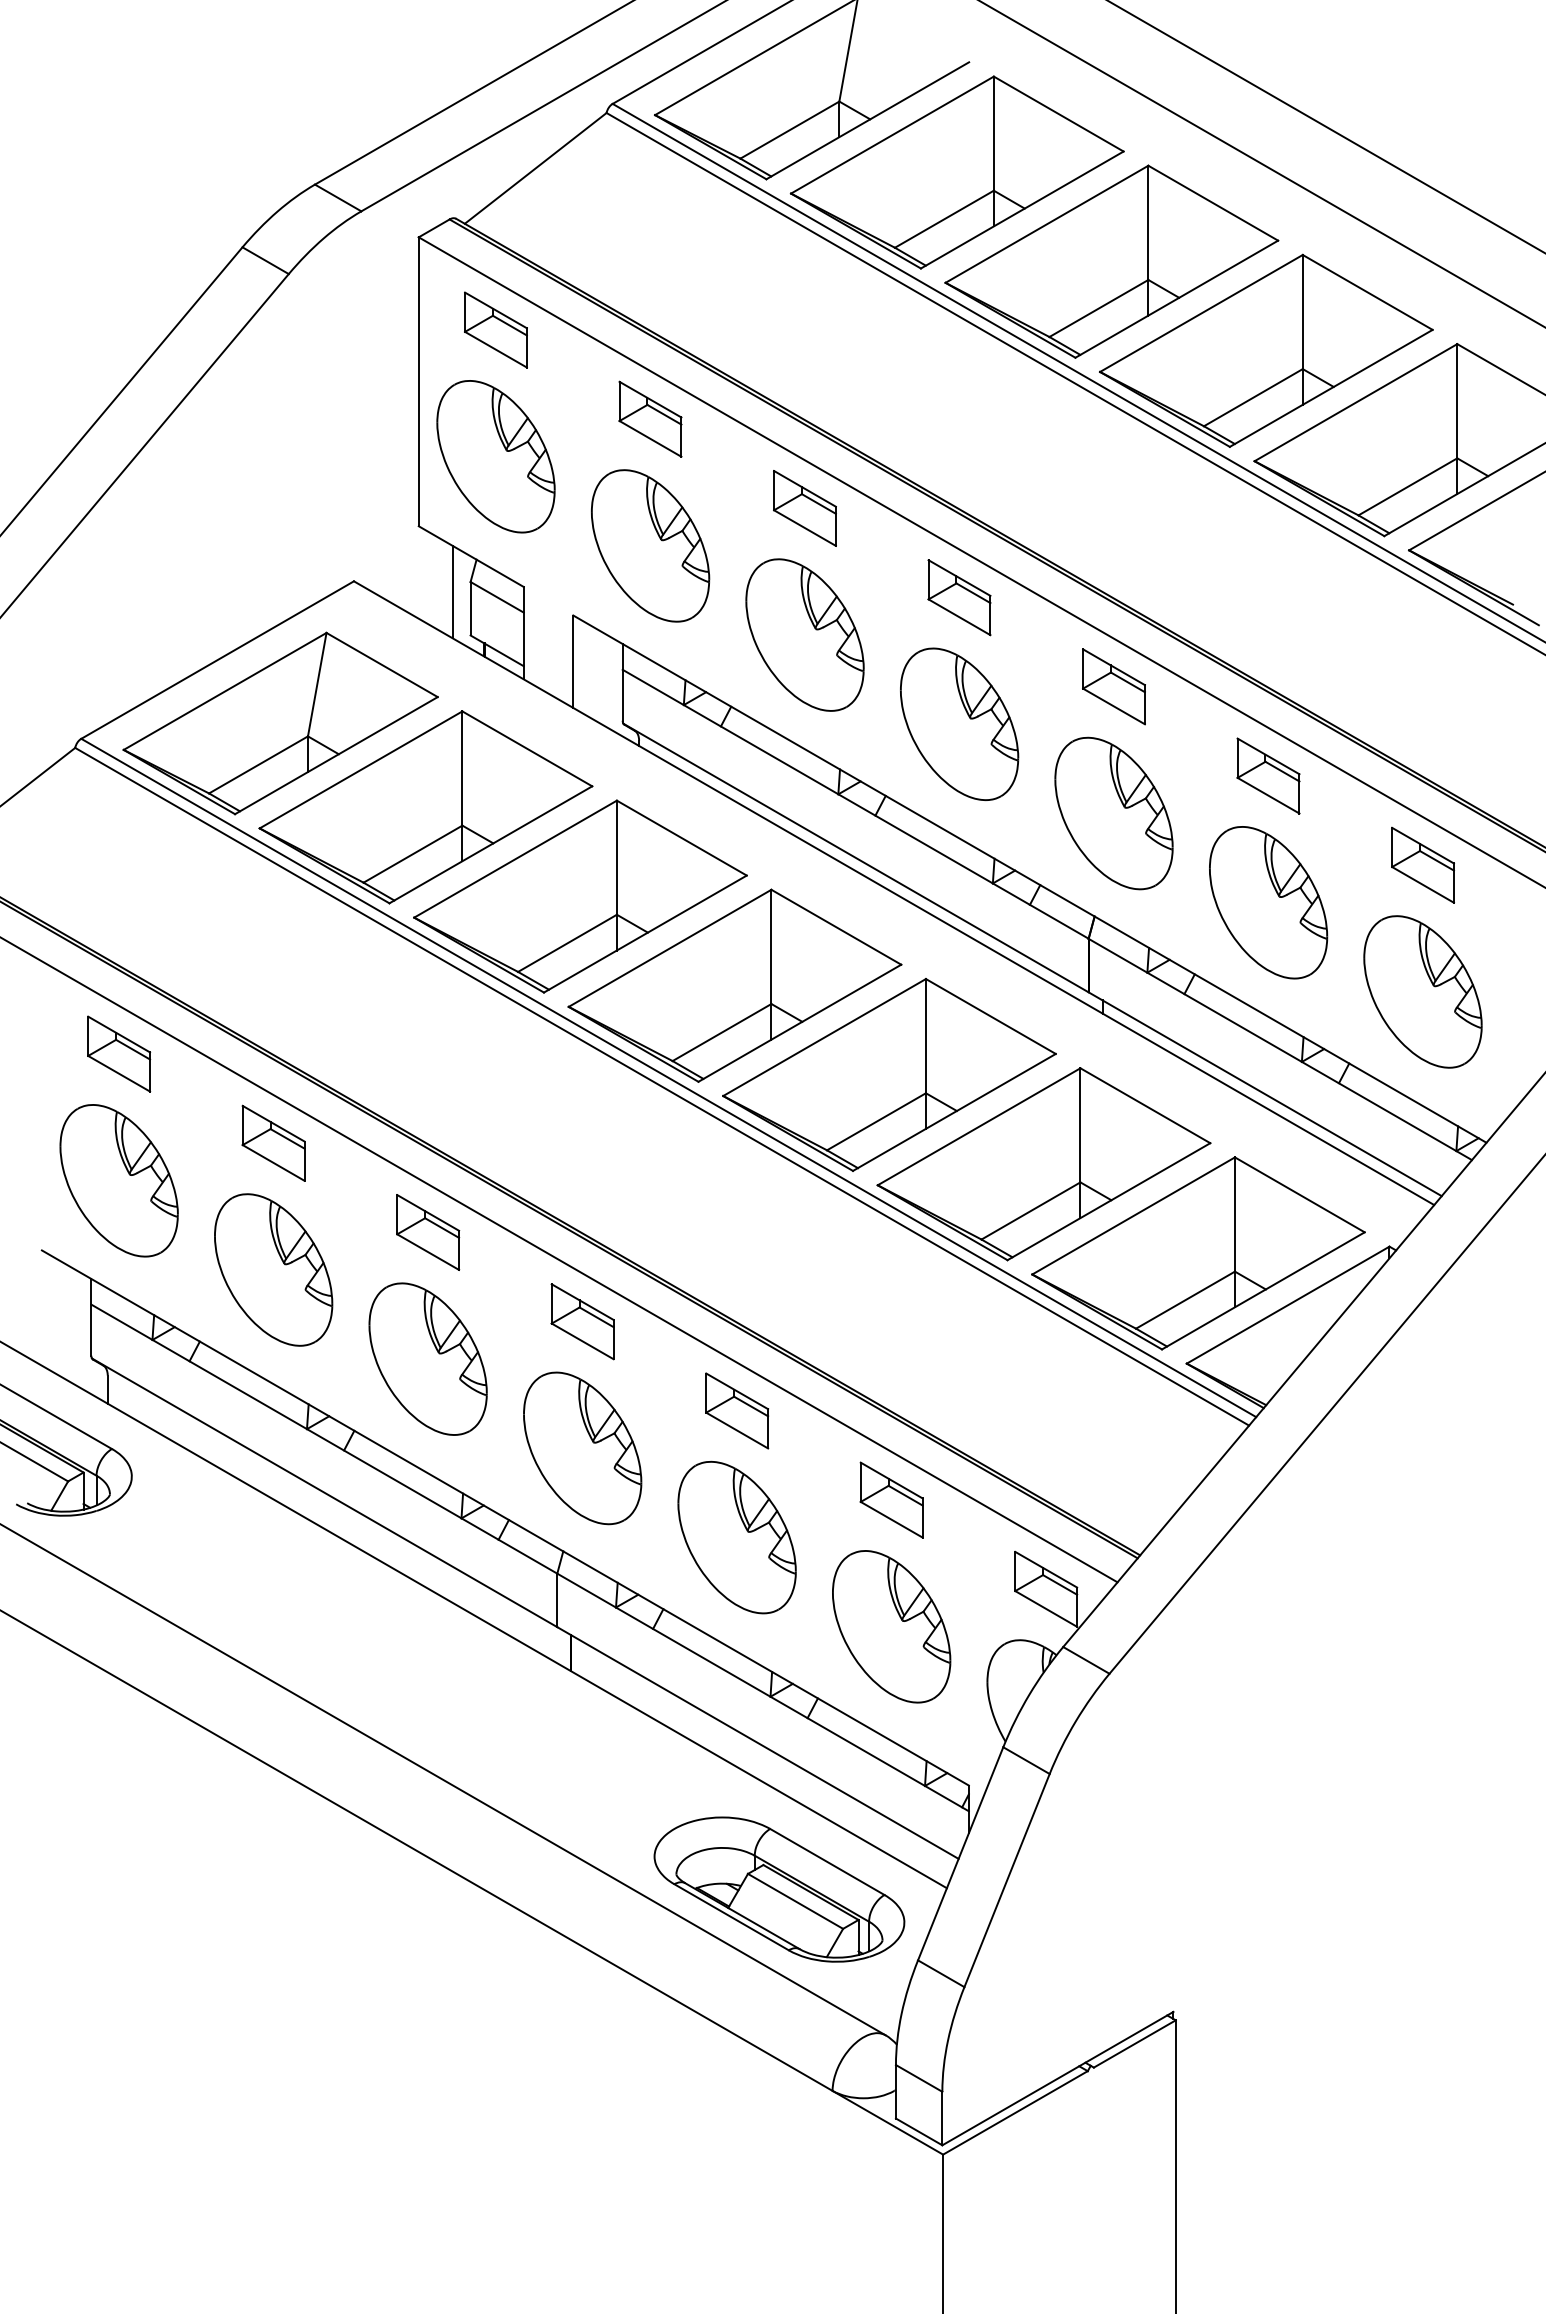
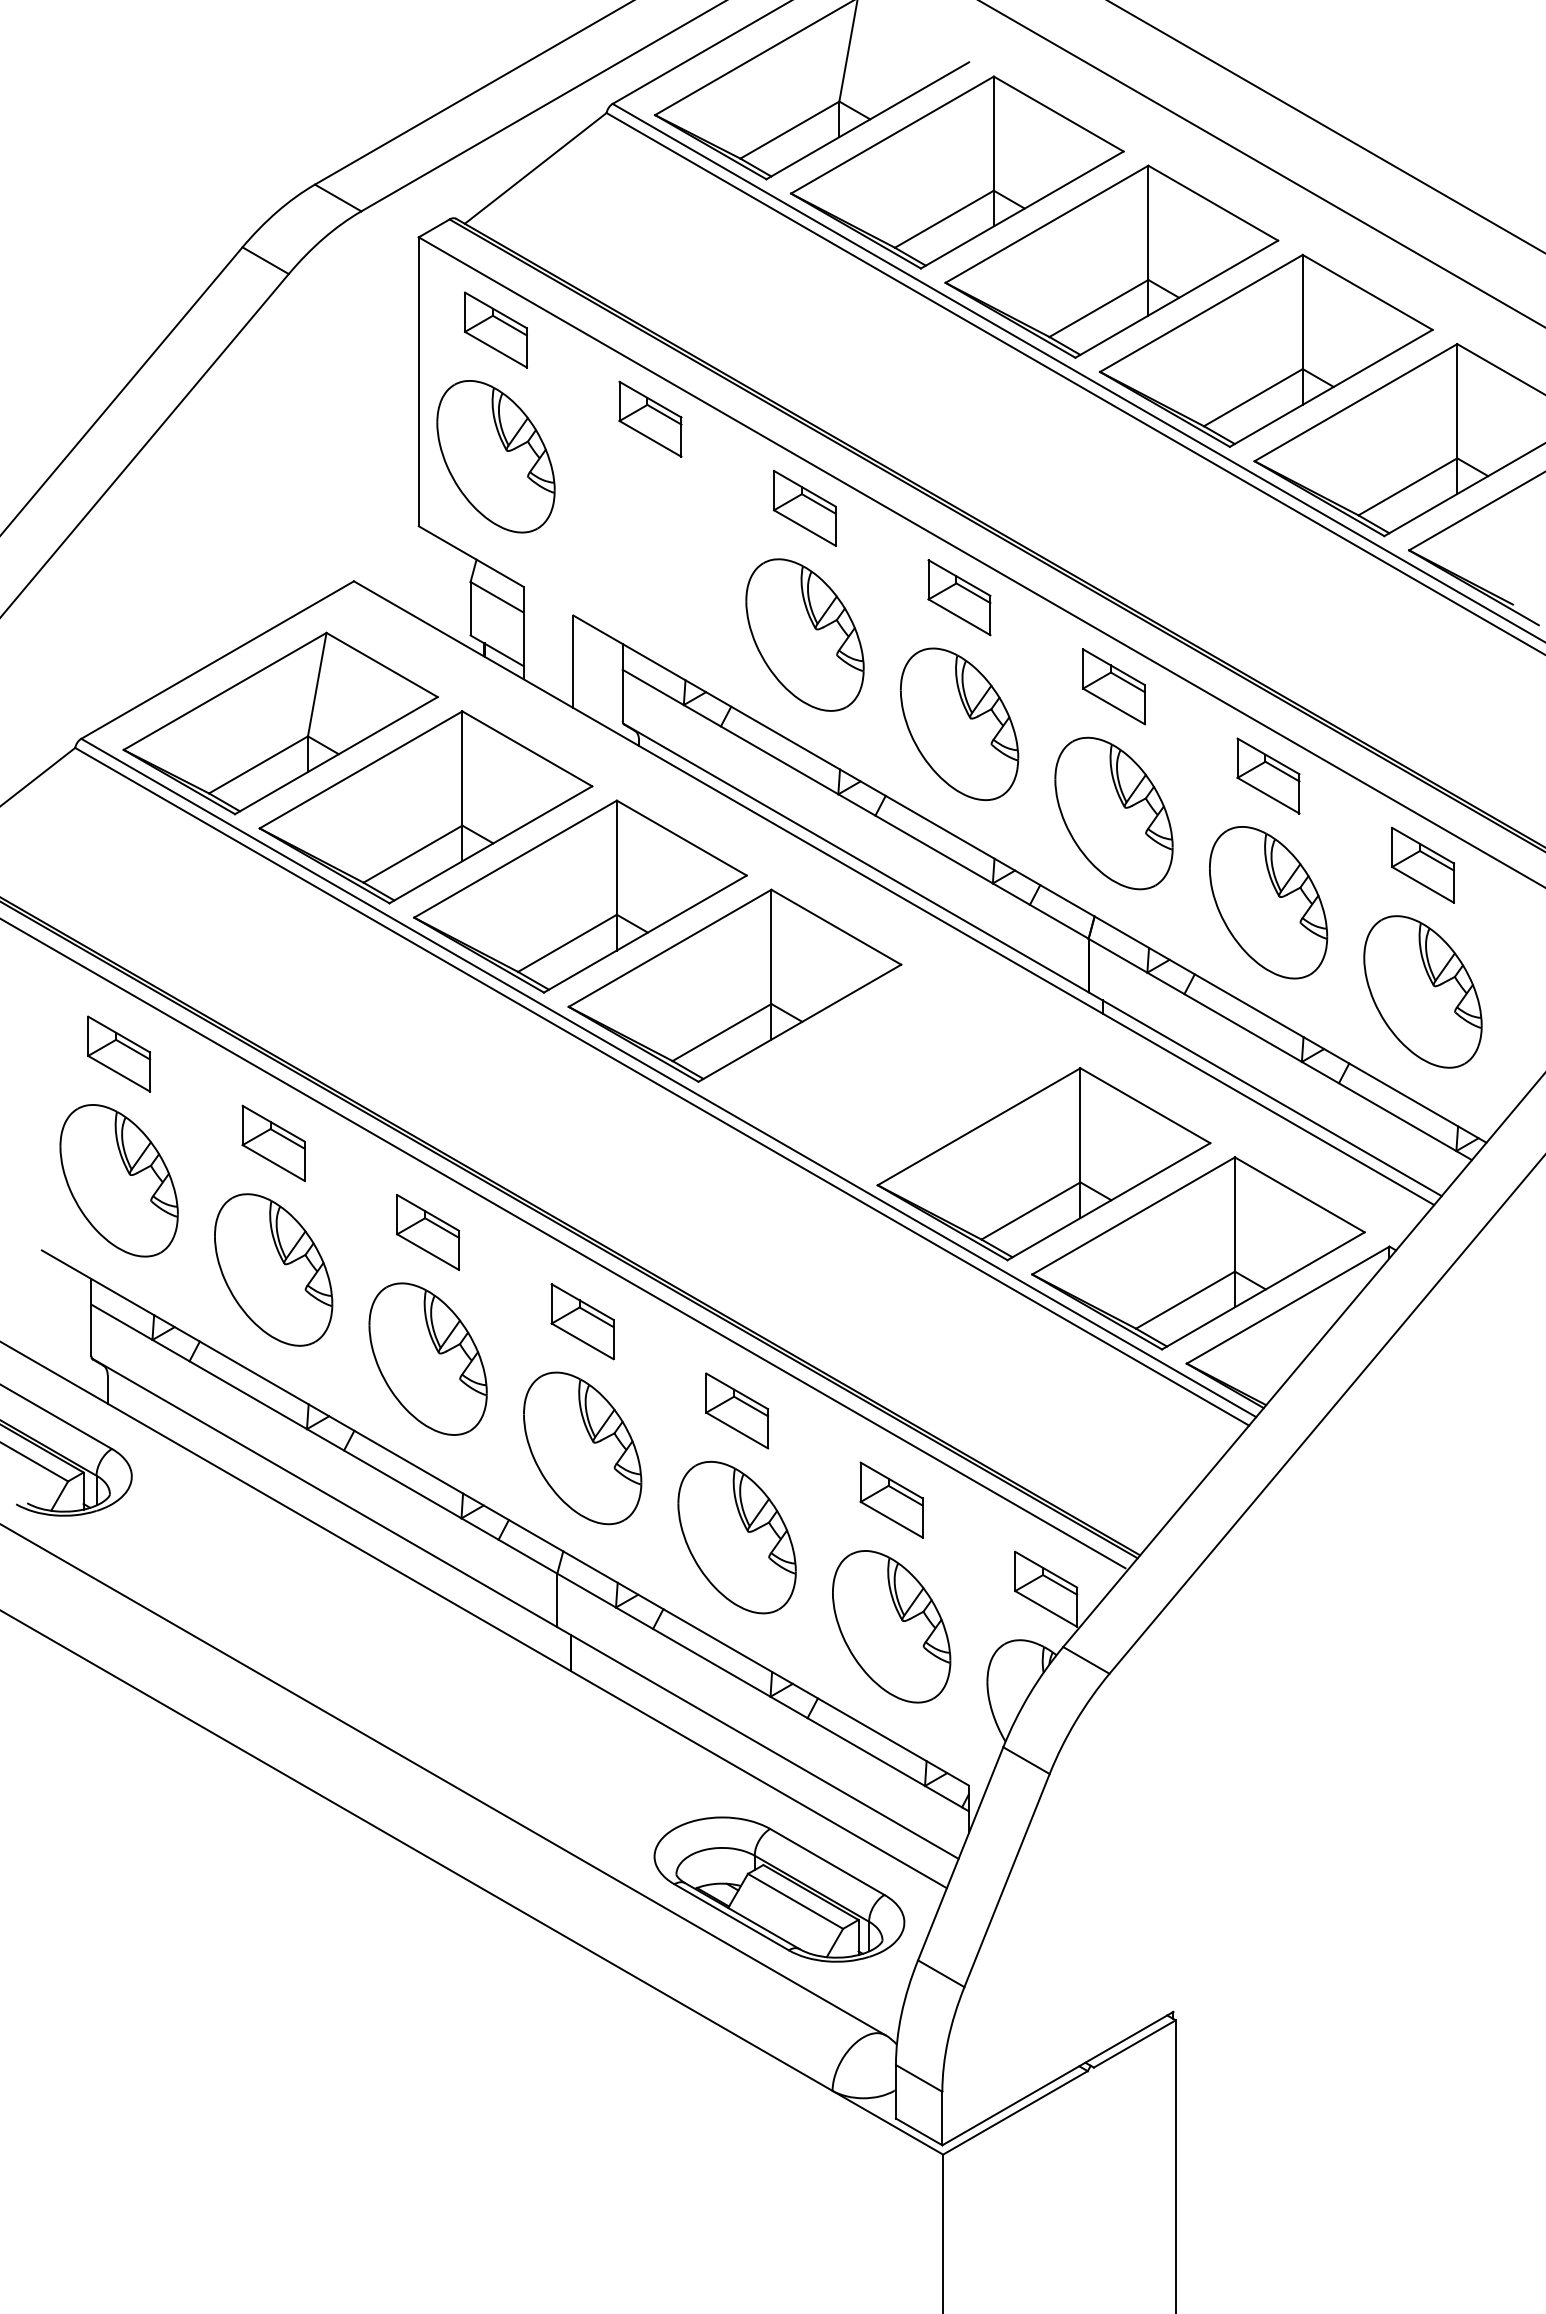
part at (650, 545): present -> none
line at (452, 592): present -> none
part at (889, 1074): present -> none
line at (559, 1260) position: (559, 1260) -> (563, 1244)
